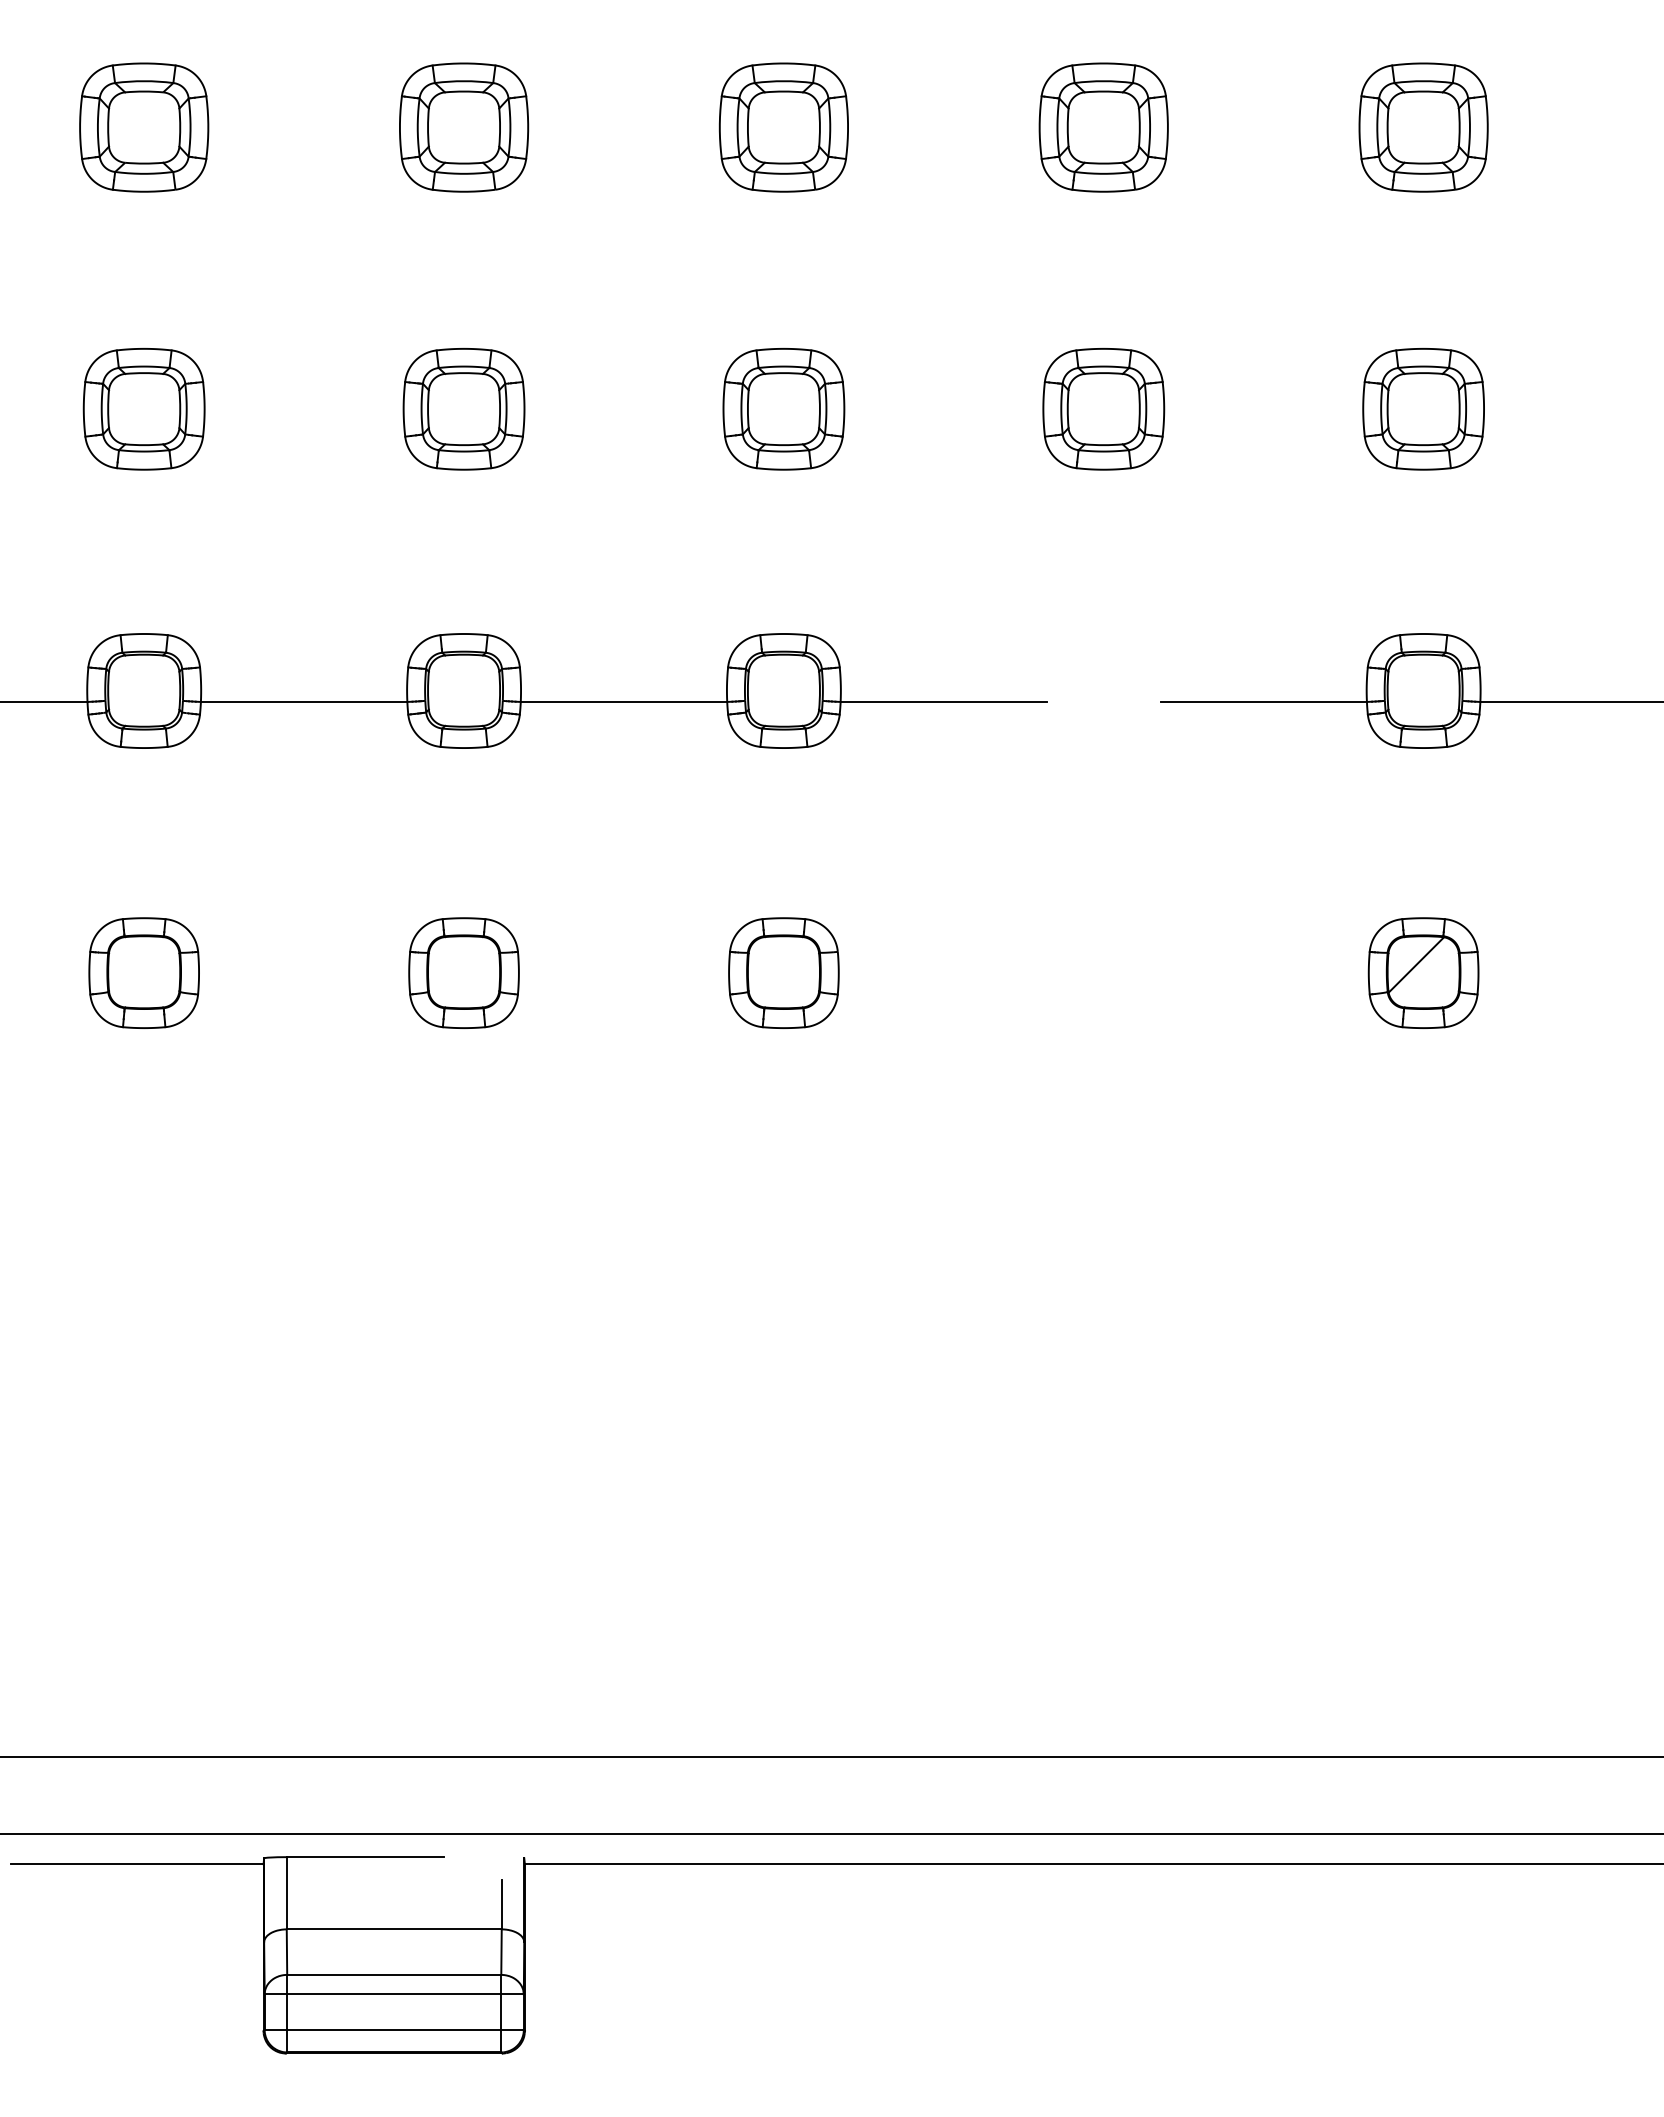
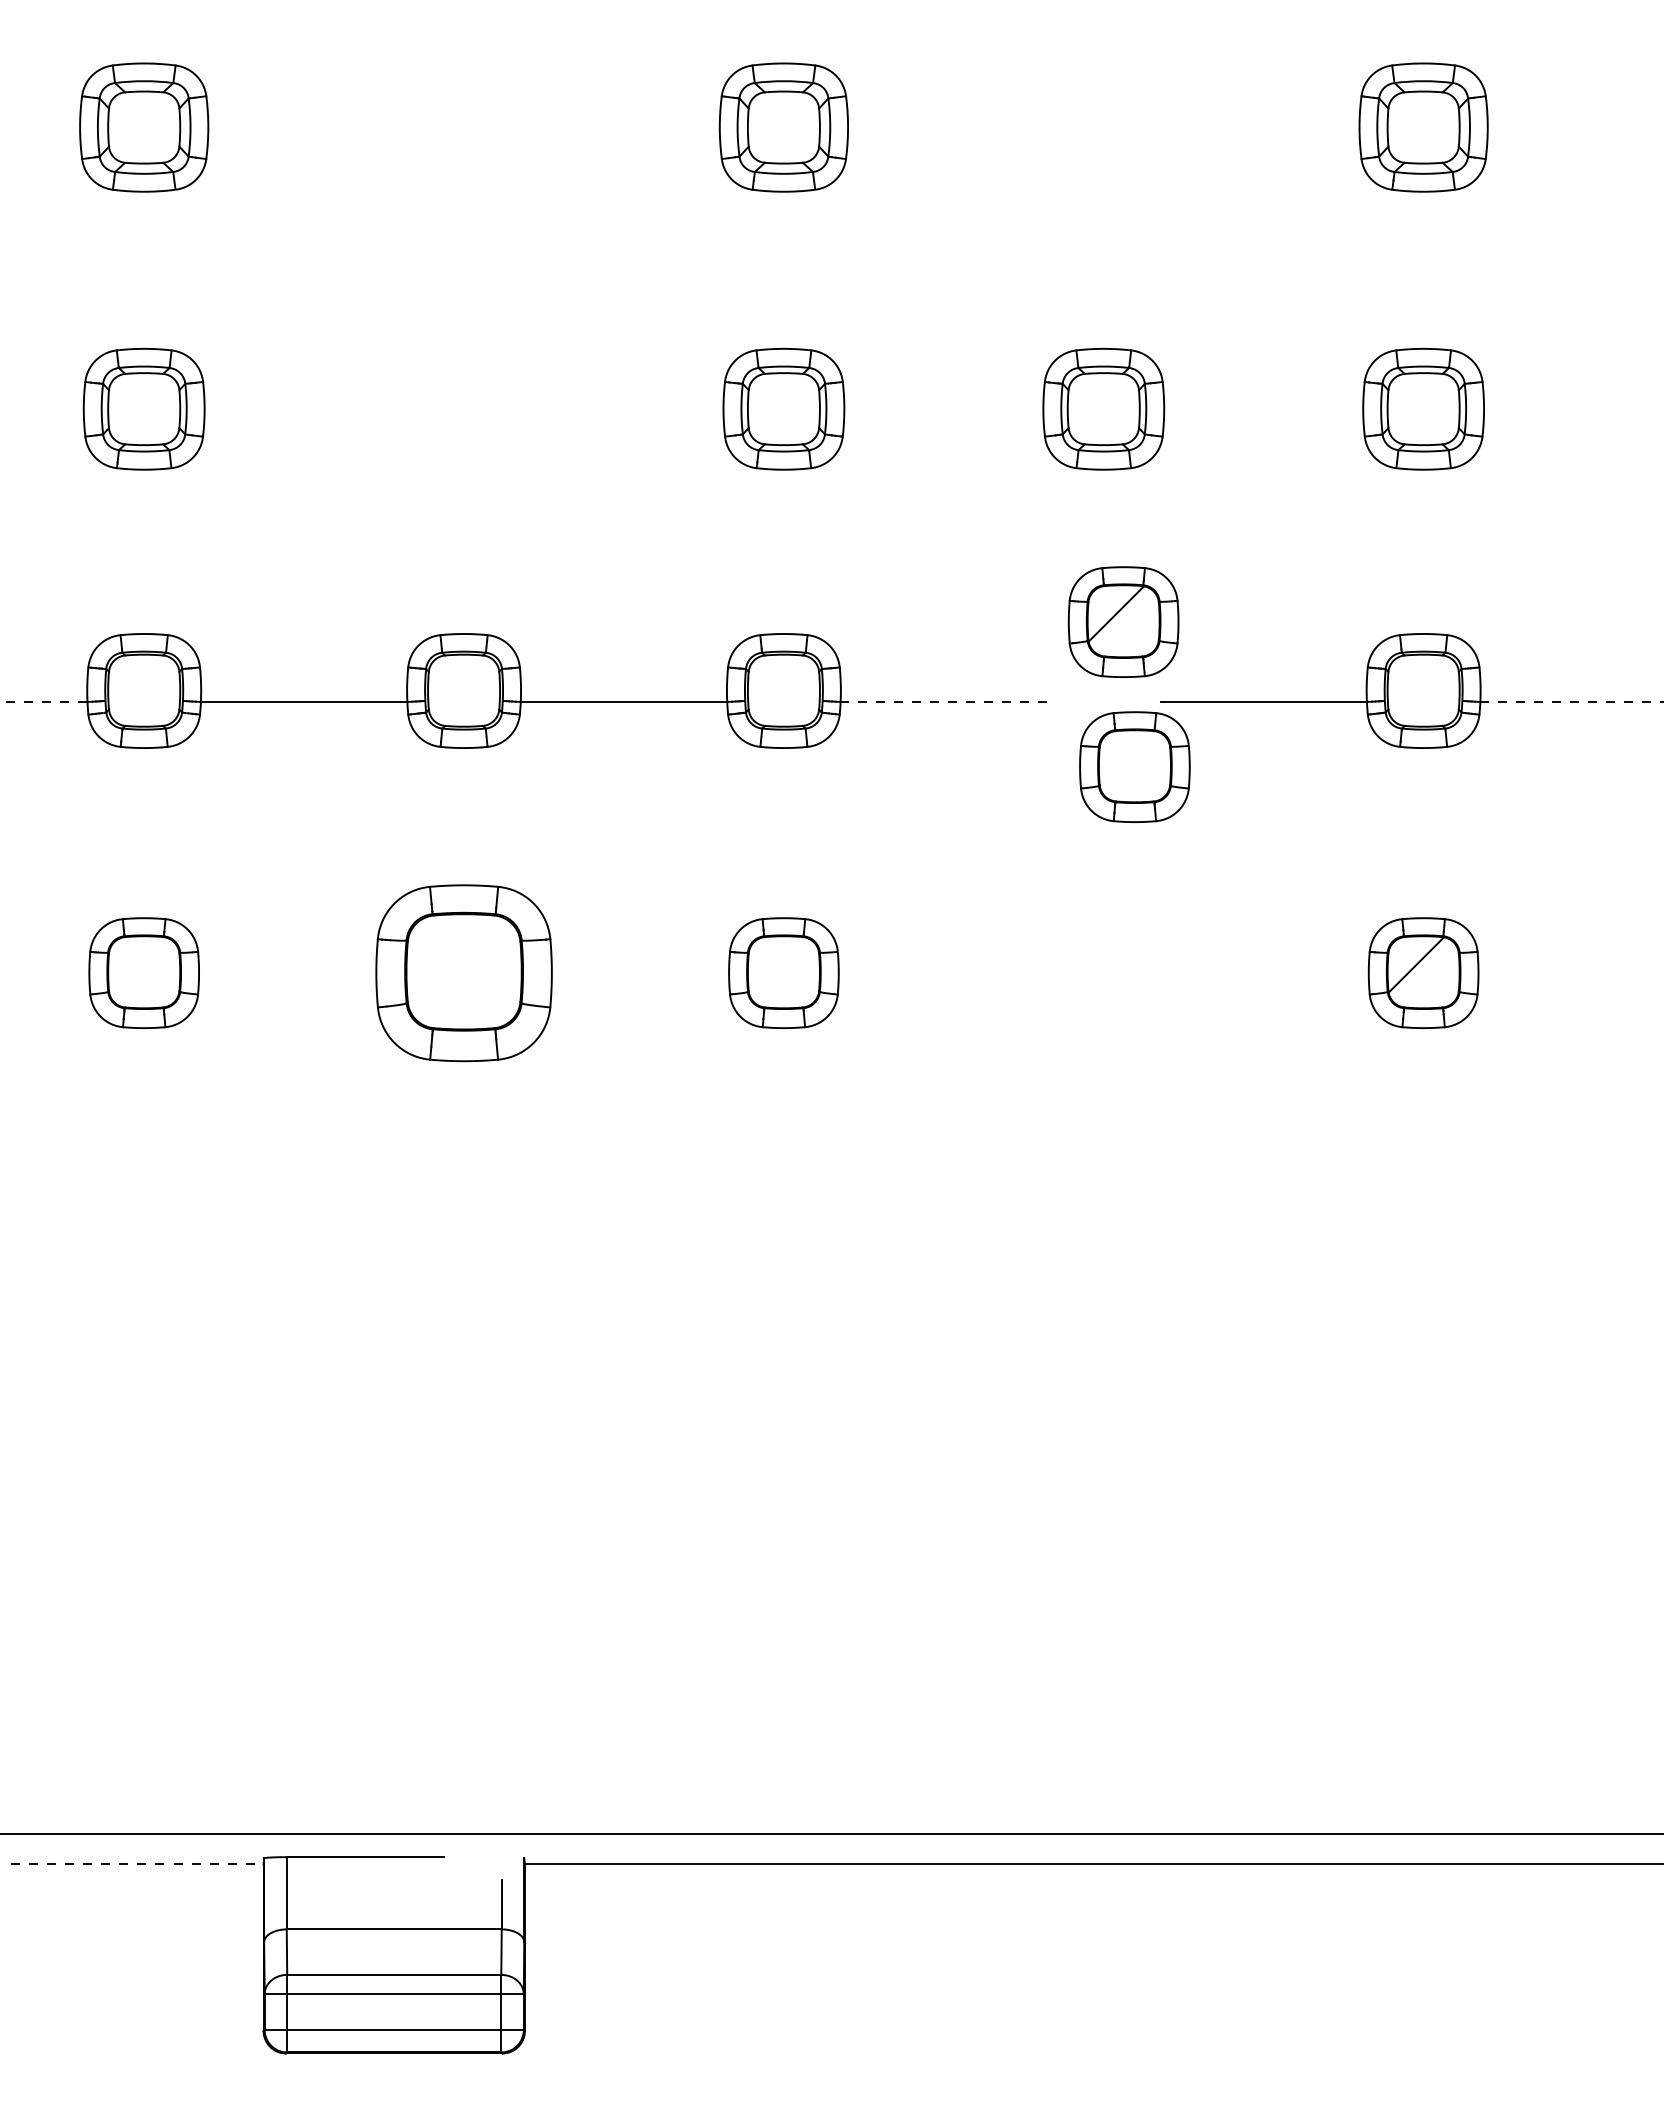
part at (464, 127): present -> none
part at (1103, 127): present -> none
part at (463, 409): present -> none
part at (1123, 621): none -> present
line at (43, 701): solid -> dashed
line at (943, 701): solid -> dashed
line at (1572, 701): solid -> dashed
part at (1134, 766): none -> present
part at (463, 972) size: 112x112 px -> 178x179 px
line at (831, 1757): present -> none
line at (137, 1864): solid -> dashed
